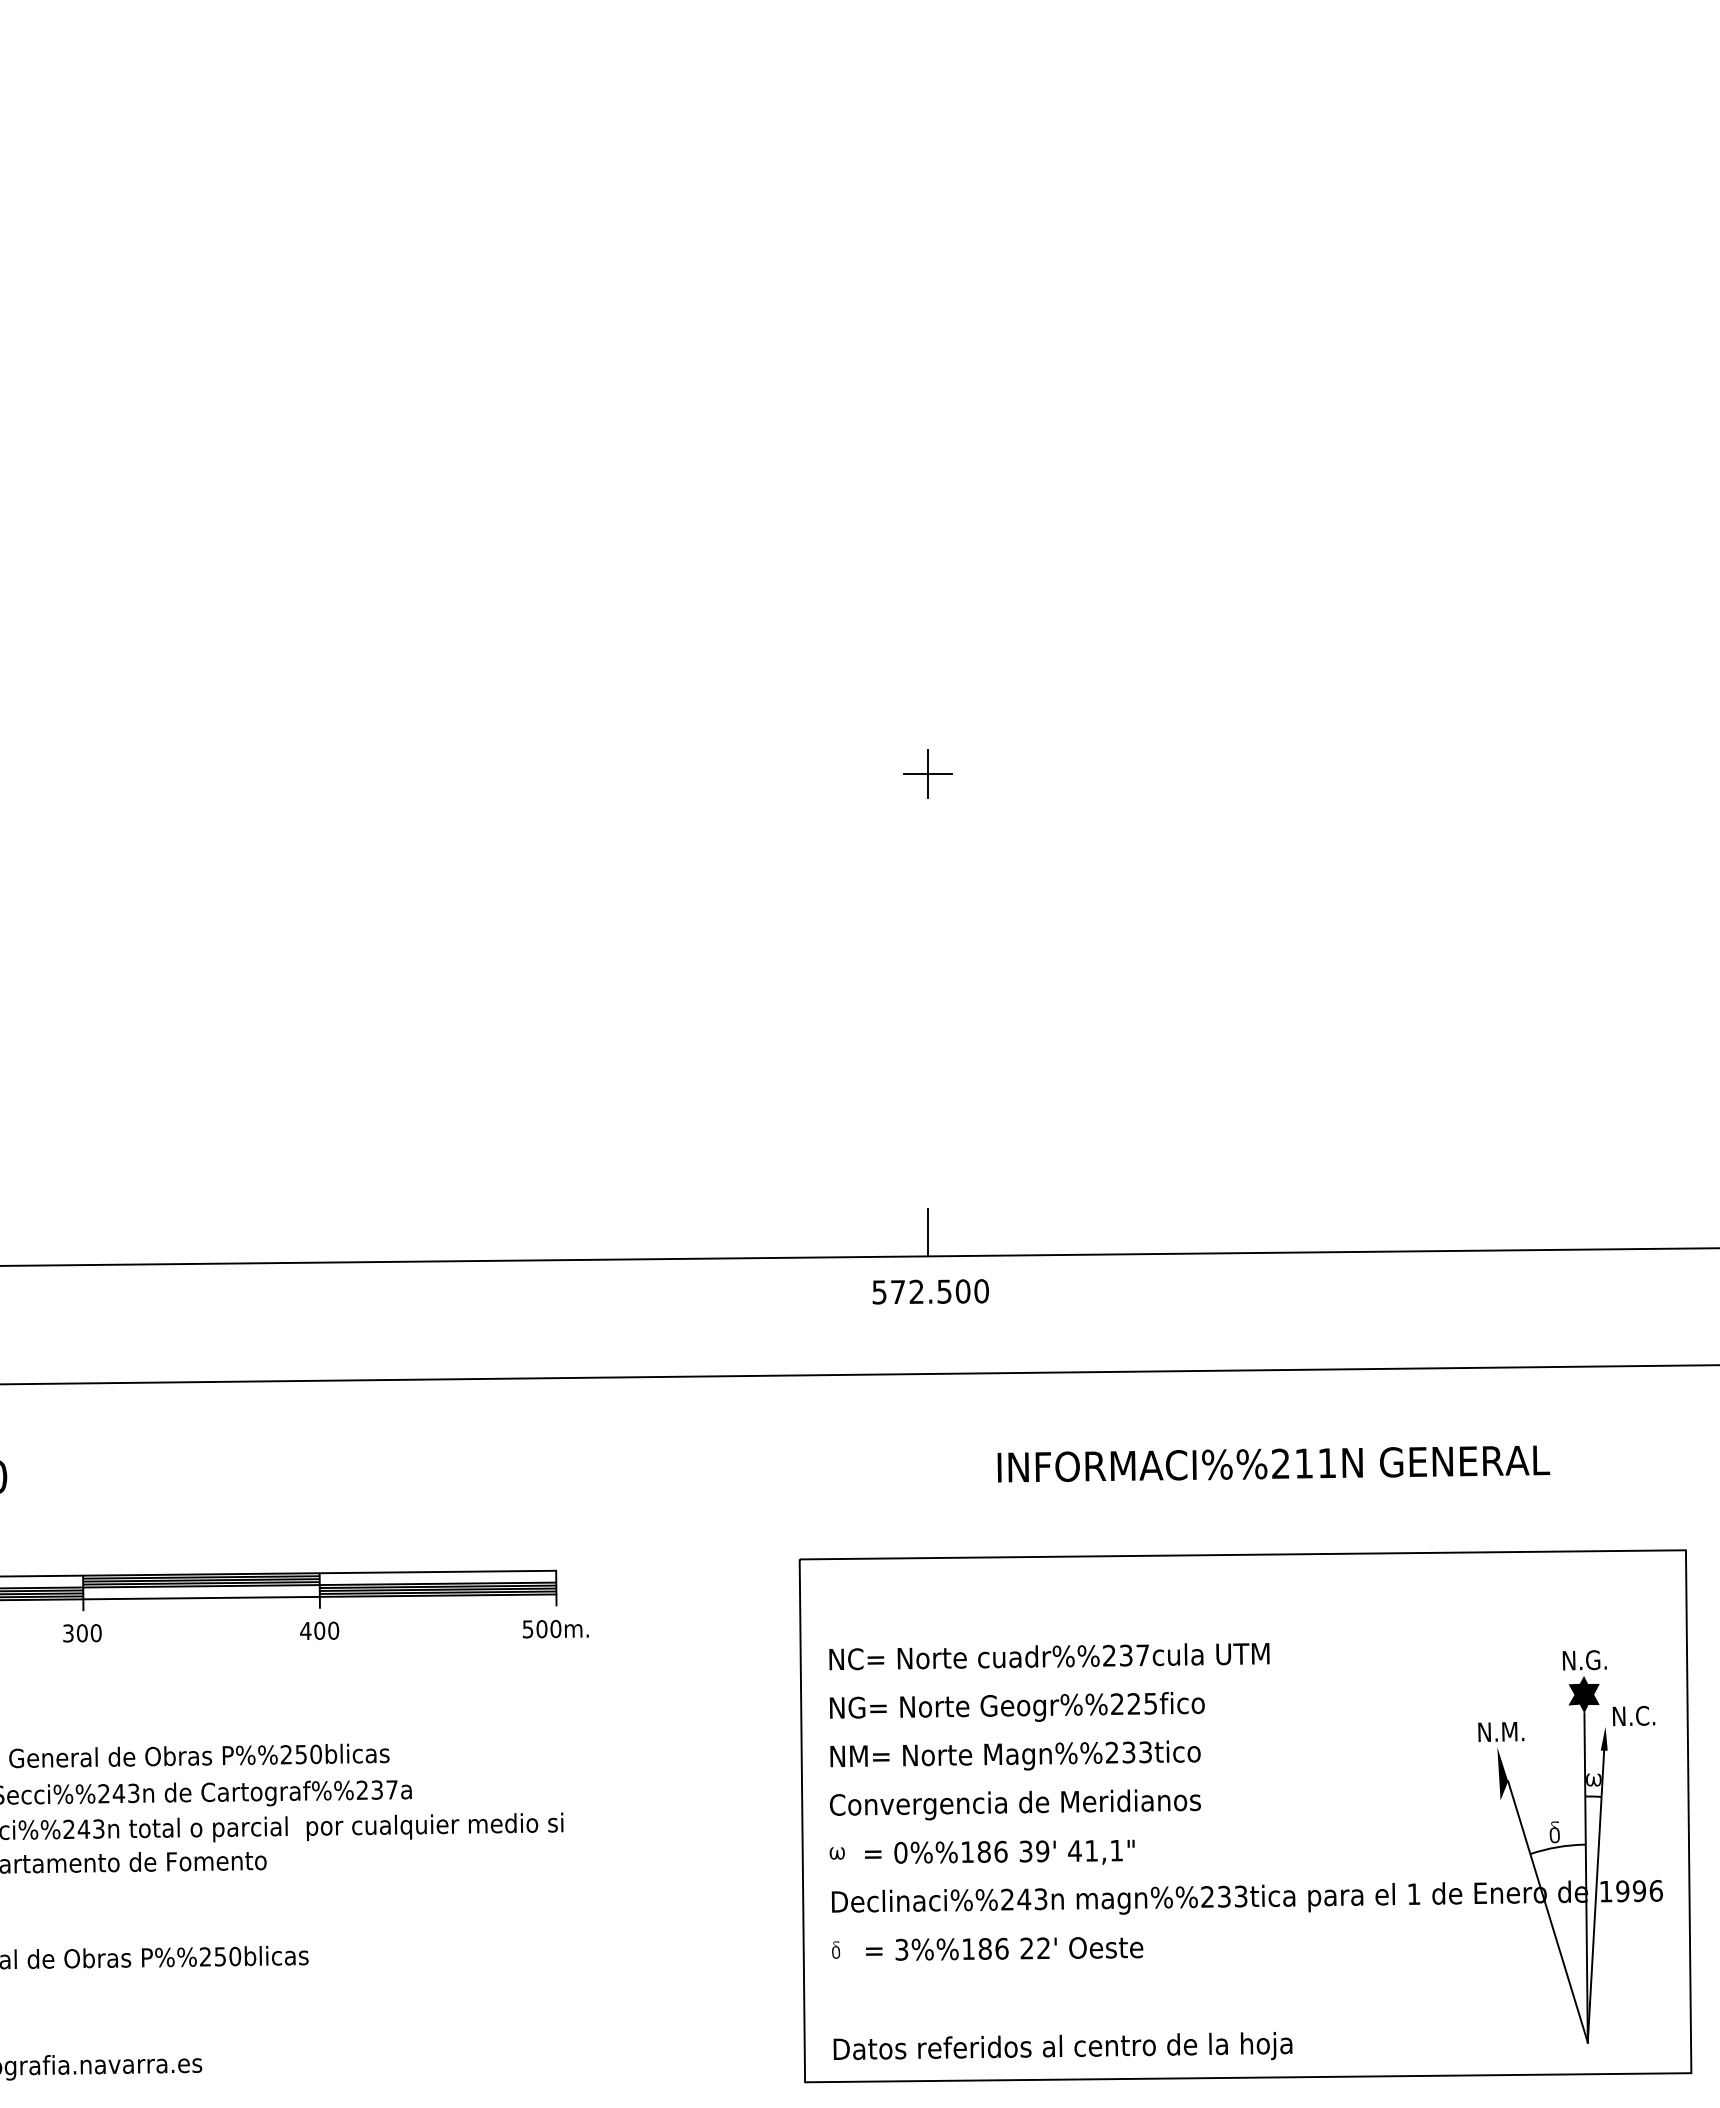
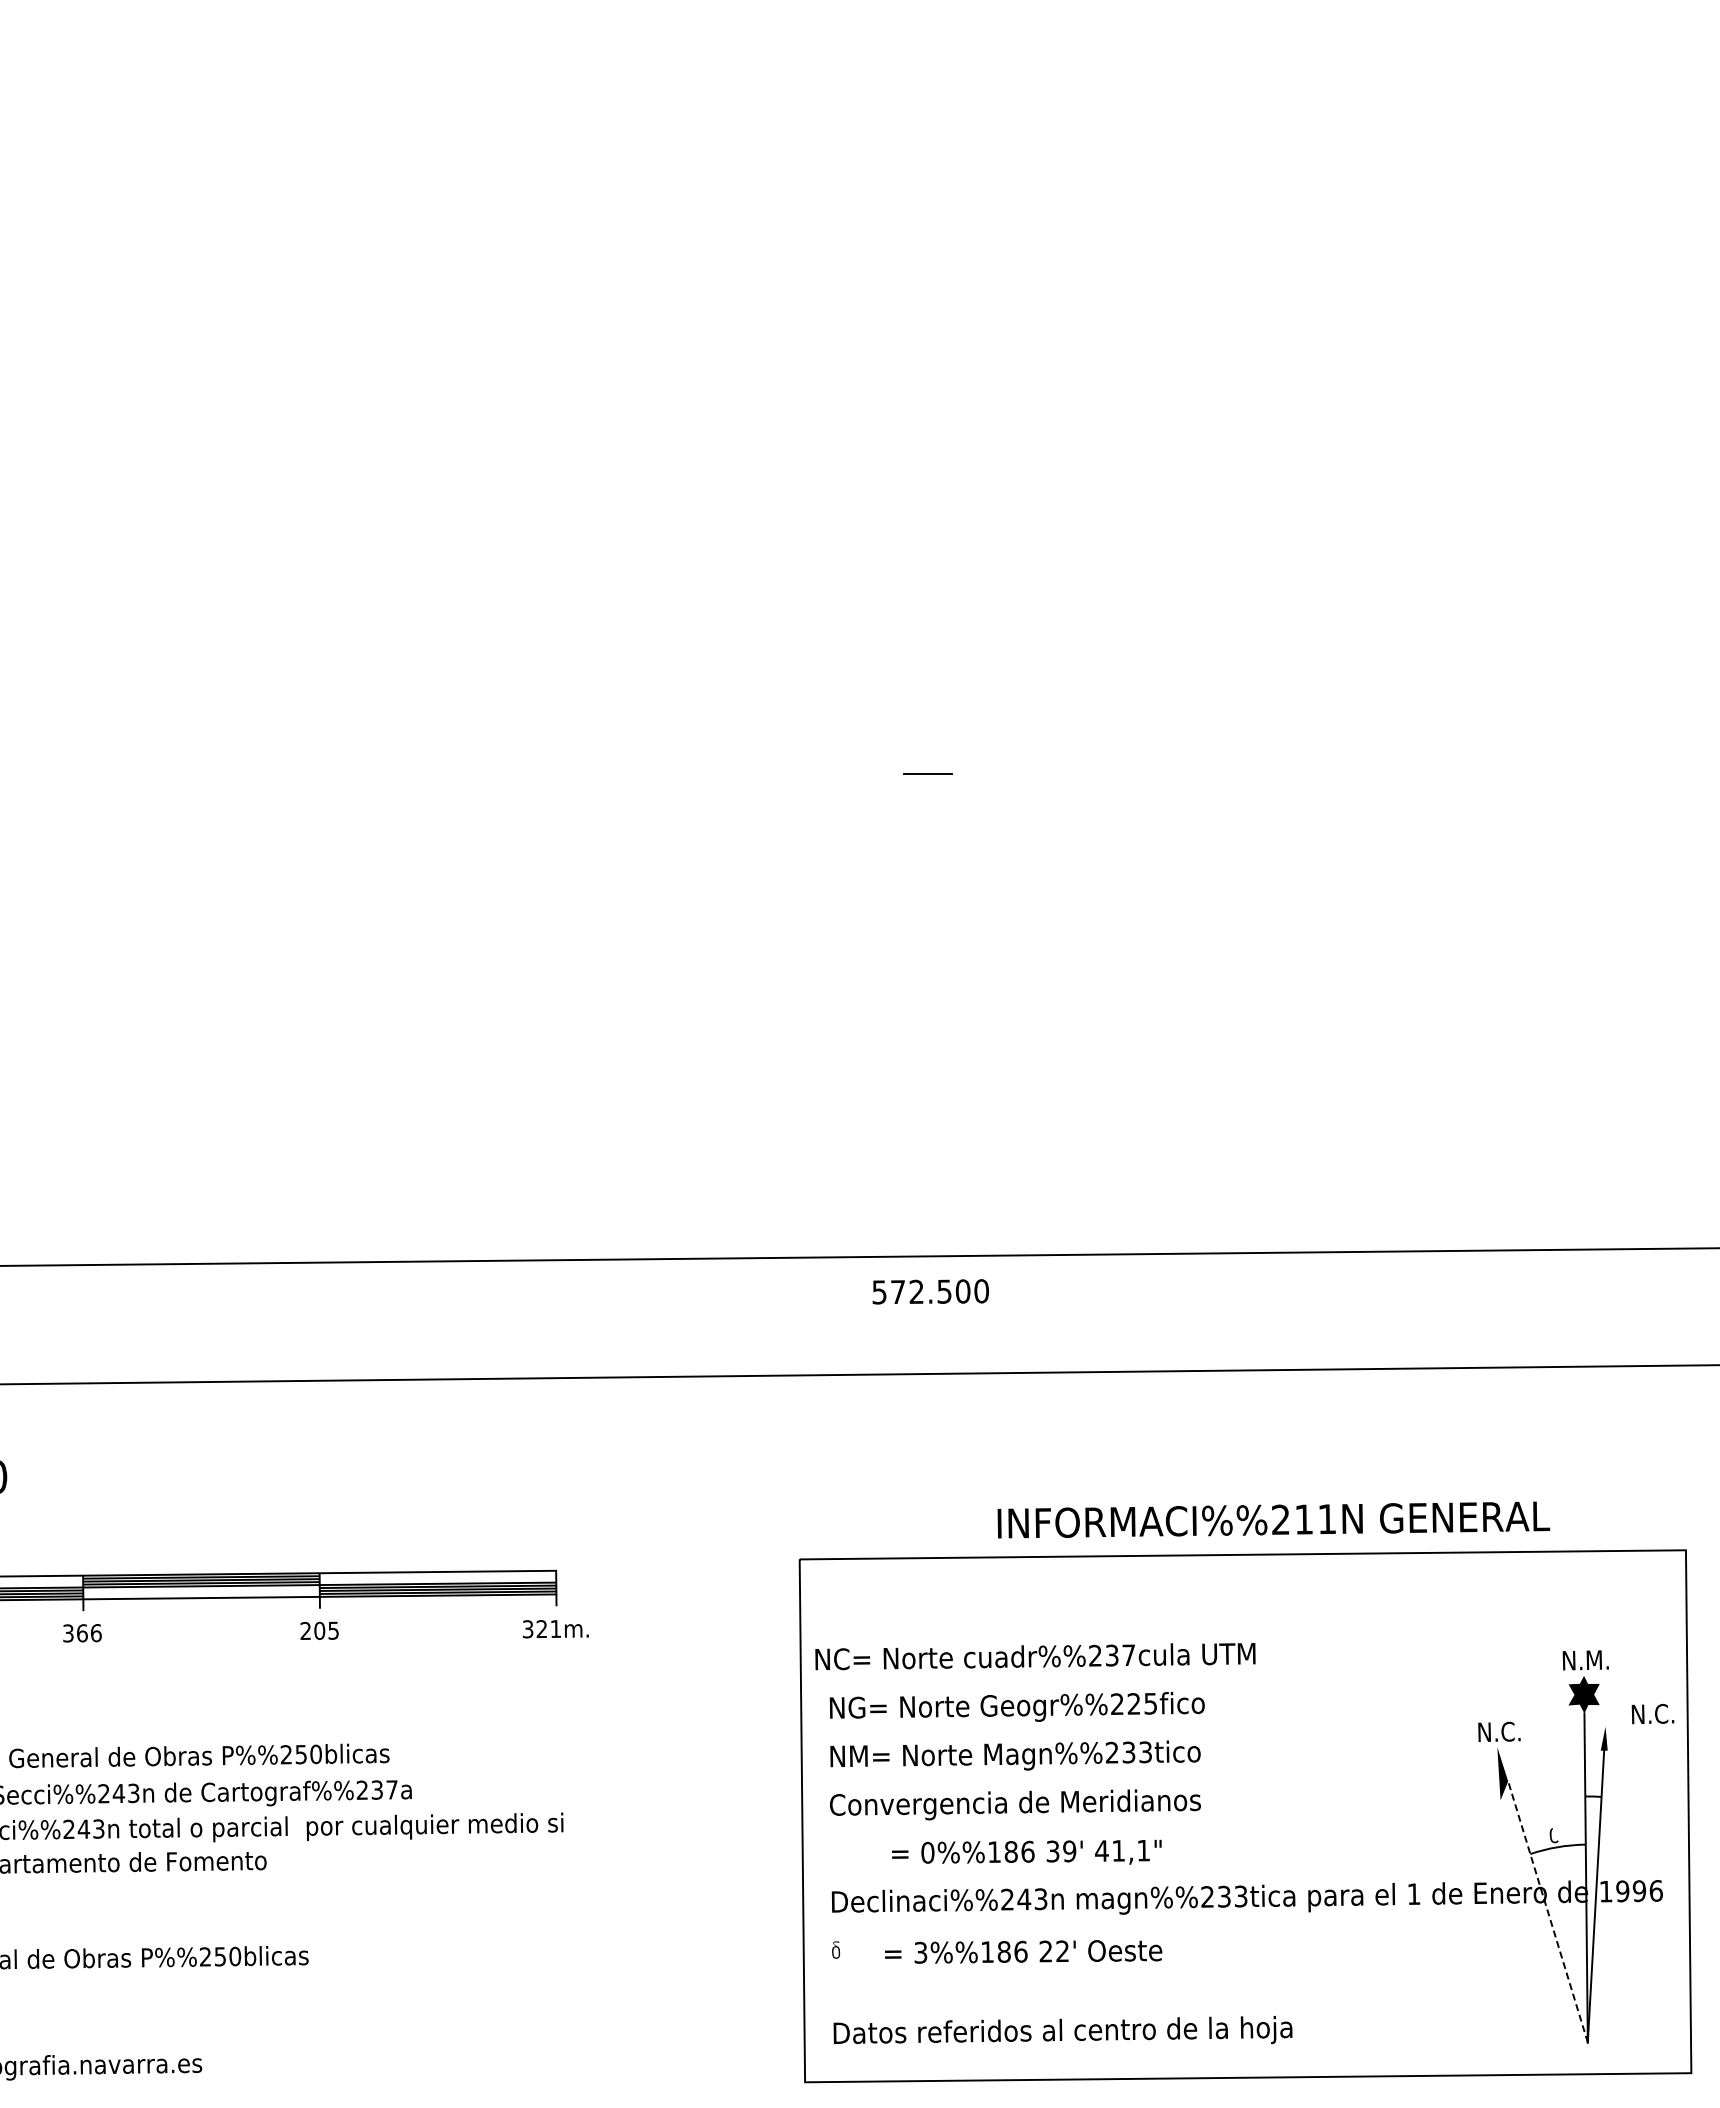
line at (927, 773): present -> none
line at (927, 1232): present -> none
text at (1273, 1463) position: (1273, 1463) -> (1273, 1519)
text at (542, 1628): 500m. -> 321m.
text at (319, 1630): 400 -> 205
text at (89, 1633): 300 -> 366
text at (1049, 1656) position: (1049, 1656) -> (1035, 1656)
text at (1597, 1660): N.G. -> N.M.
text at (1633, 1716) position: (1633, 1716) -> (1652, 1714)
text at (1512, 1731): N.M. -> N.C.
fill at (1593, 1779): present -> none
fill at (1555, 1831): present -> none
text at (999, 1851) position: (999, 1851) -> (1026, 1851)
fill at (837, 1853): present -> none
line at (1548, 1911): solid -> dashed
text at (1004, 1948) position: (1004, 1948) -> (1023, 1951)
text at (1062, 2046) position: (1062, 2046) -> (1062, 2030)
